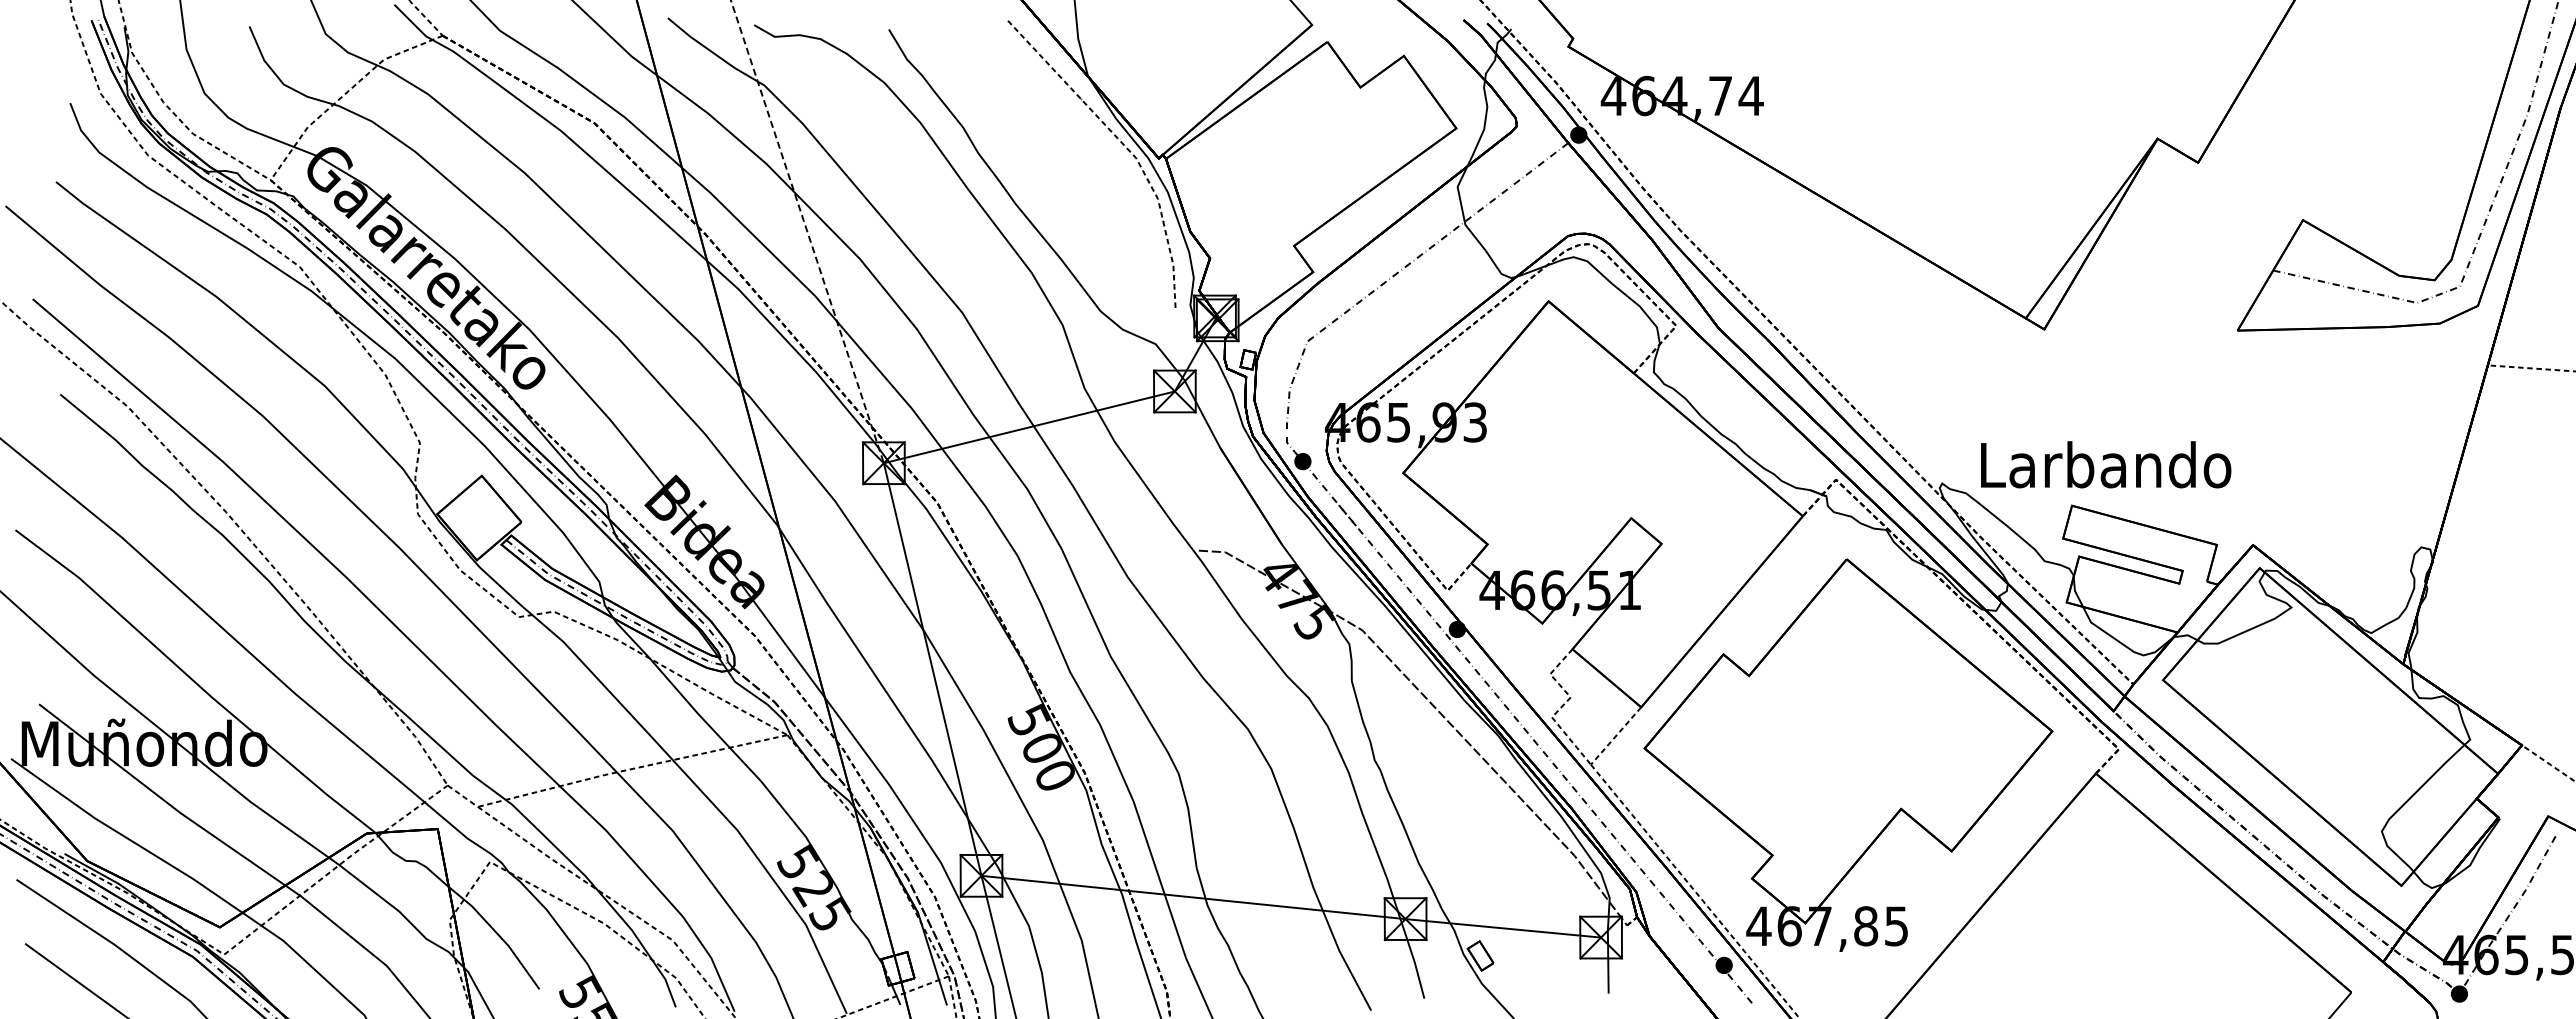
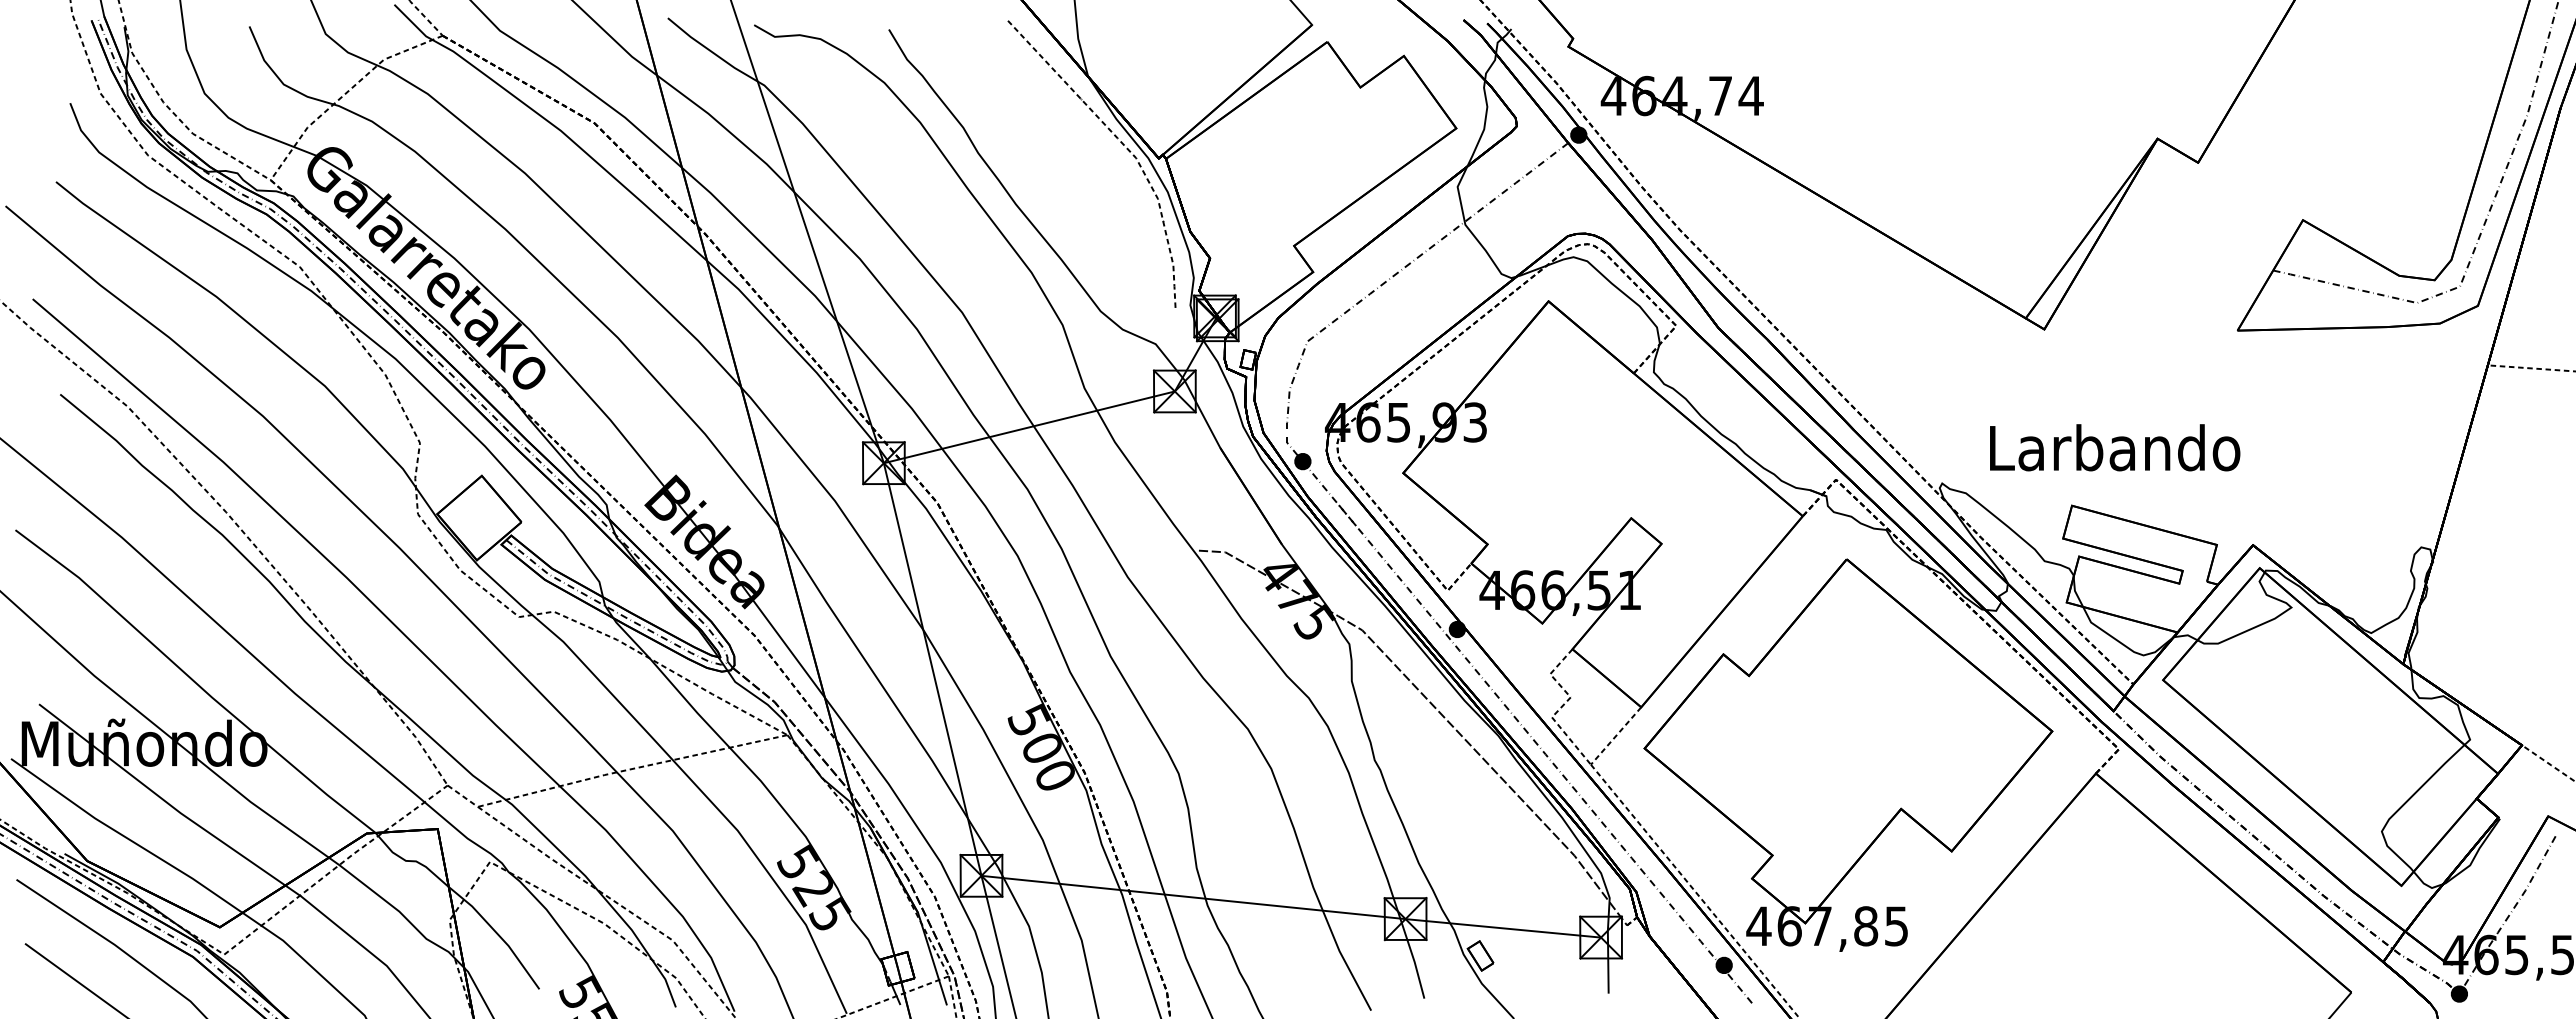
line at (807, 231): dashed -> solid
text at (2106, 464) position: (2106, 464) -> (2115, 447)
